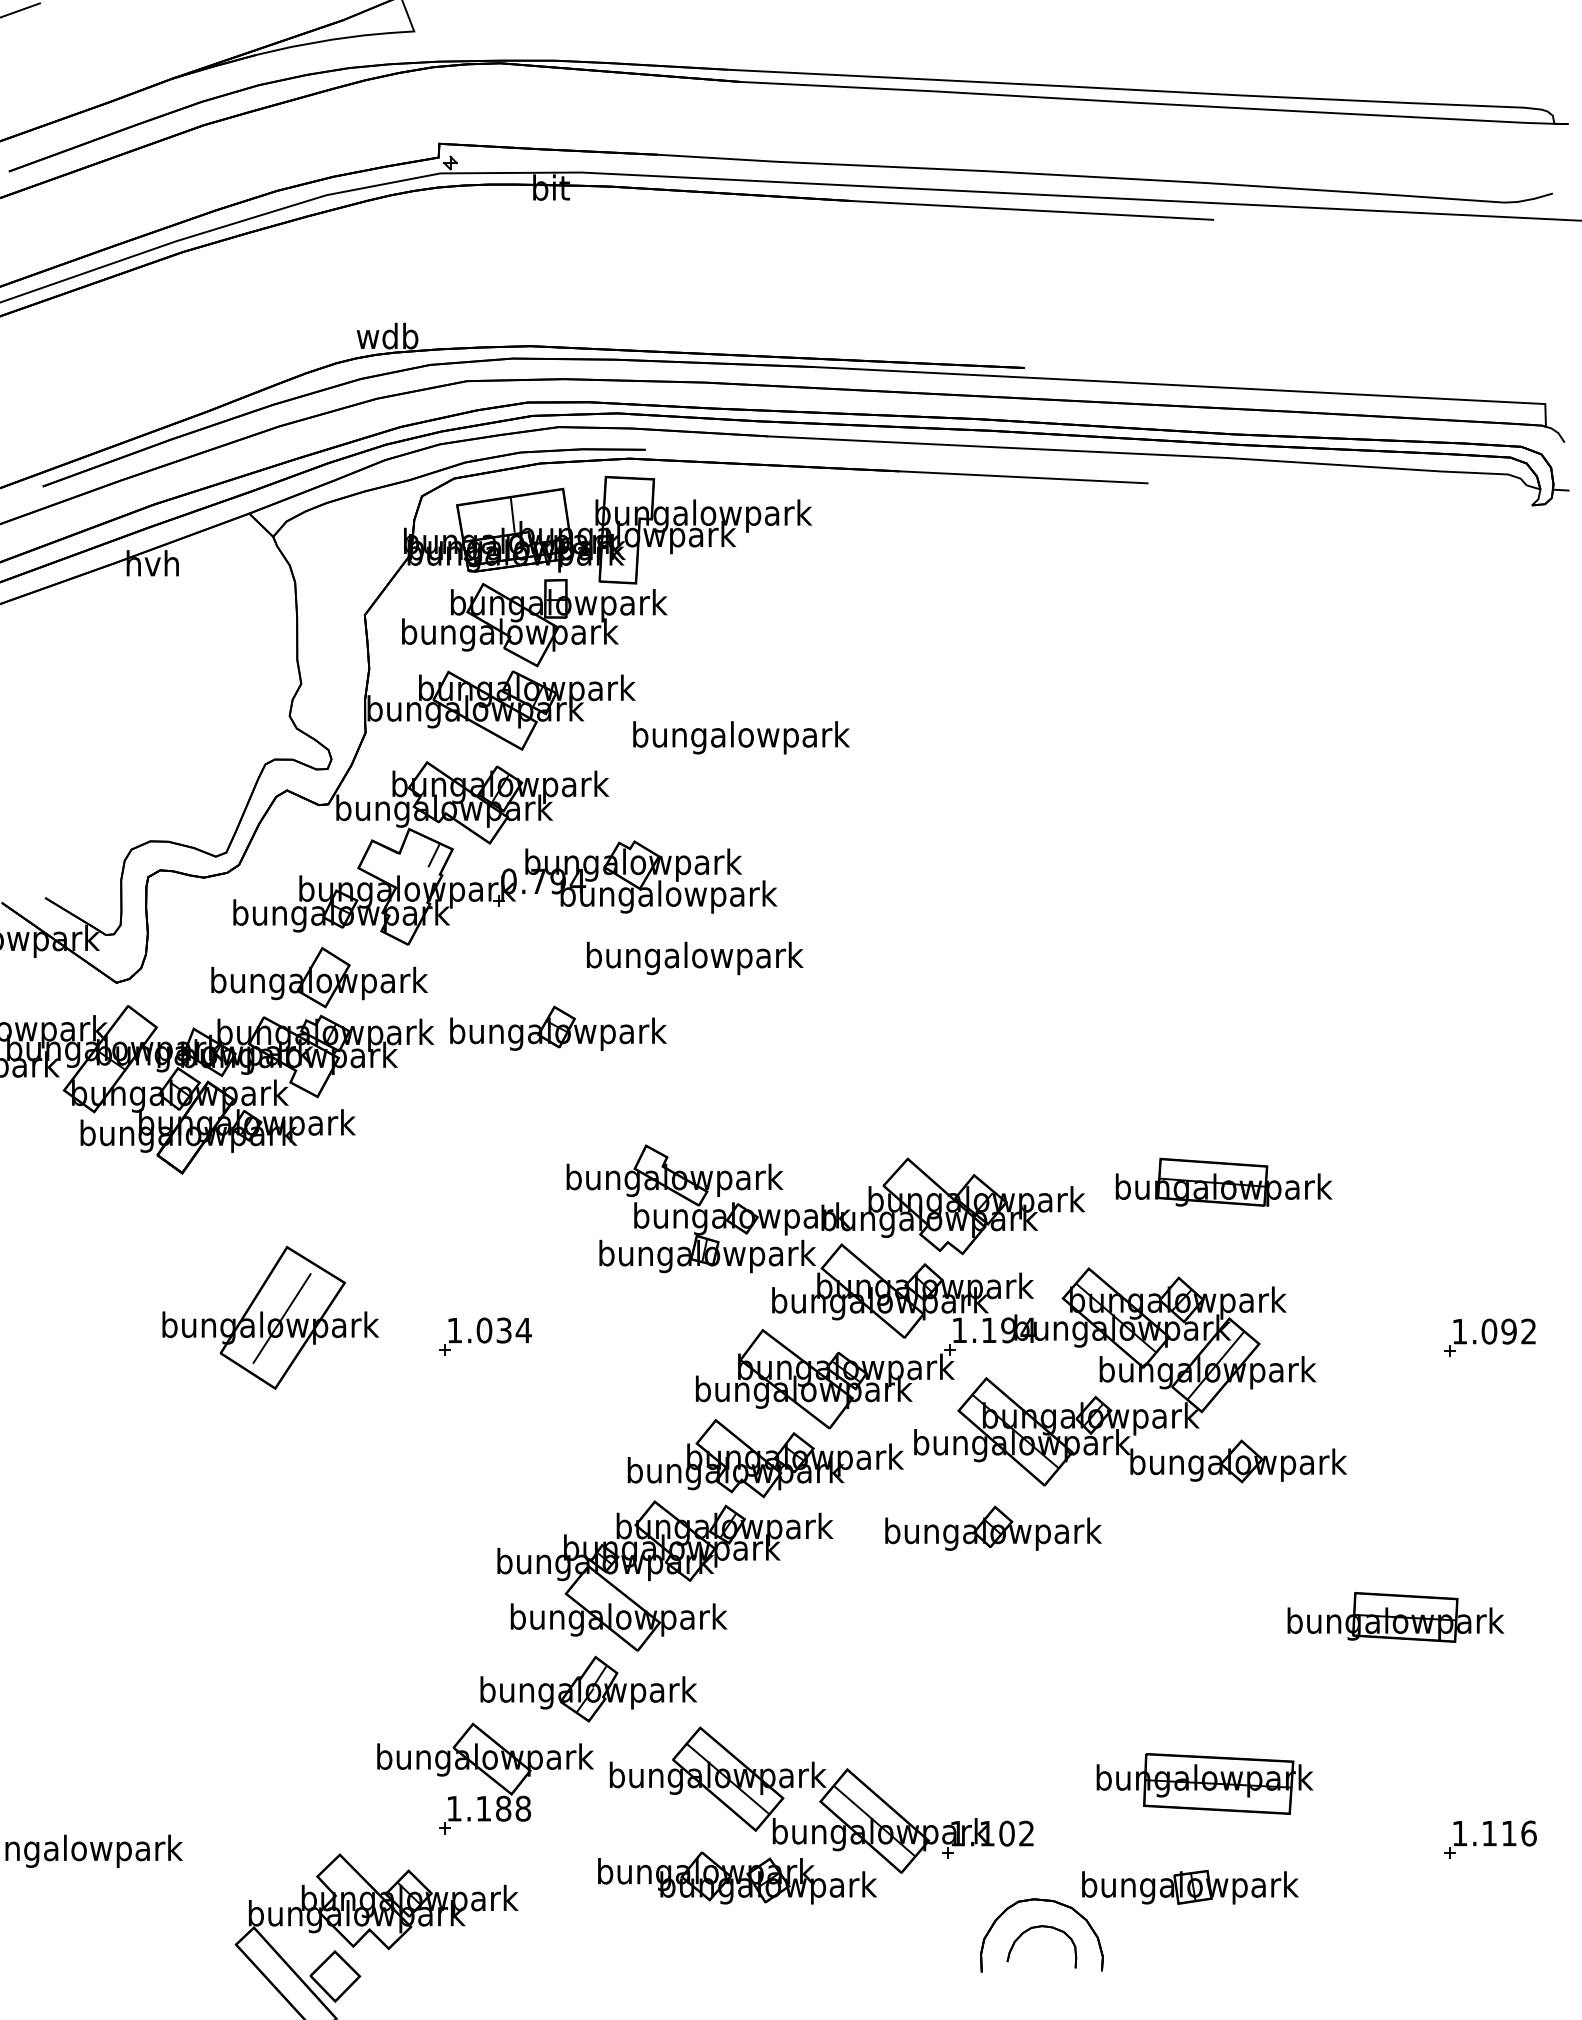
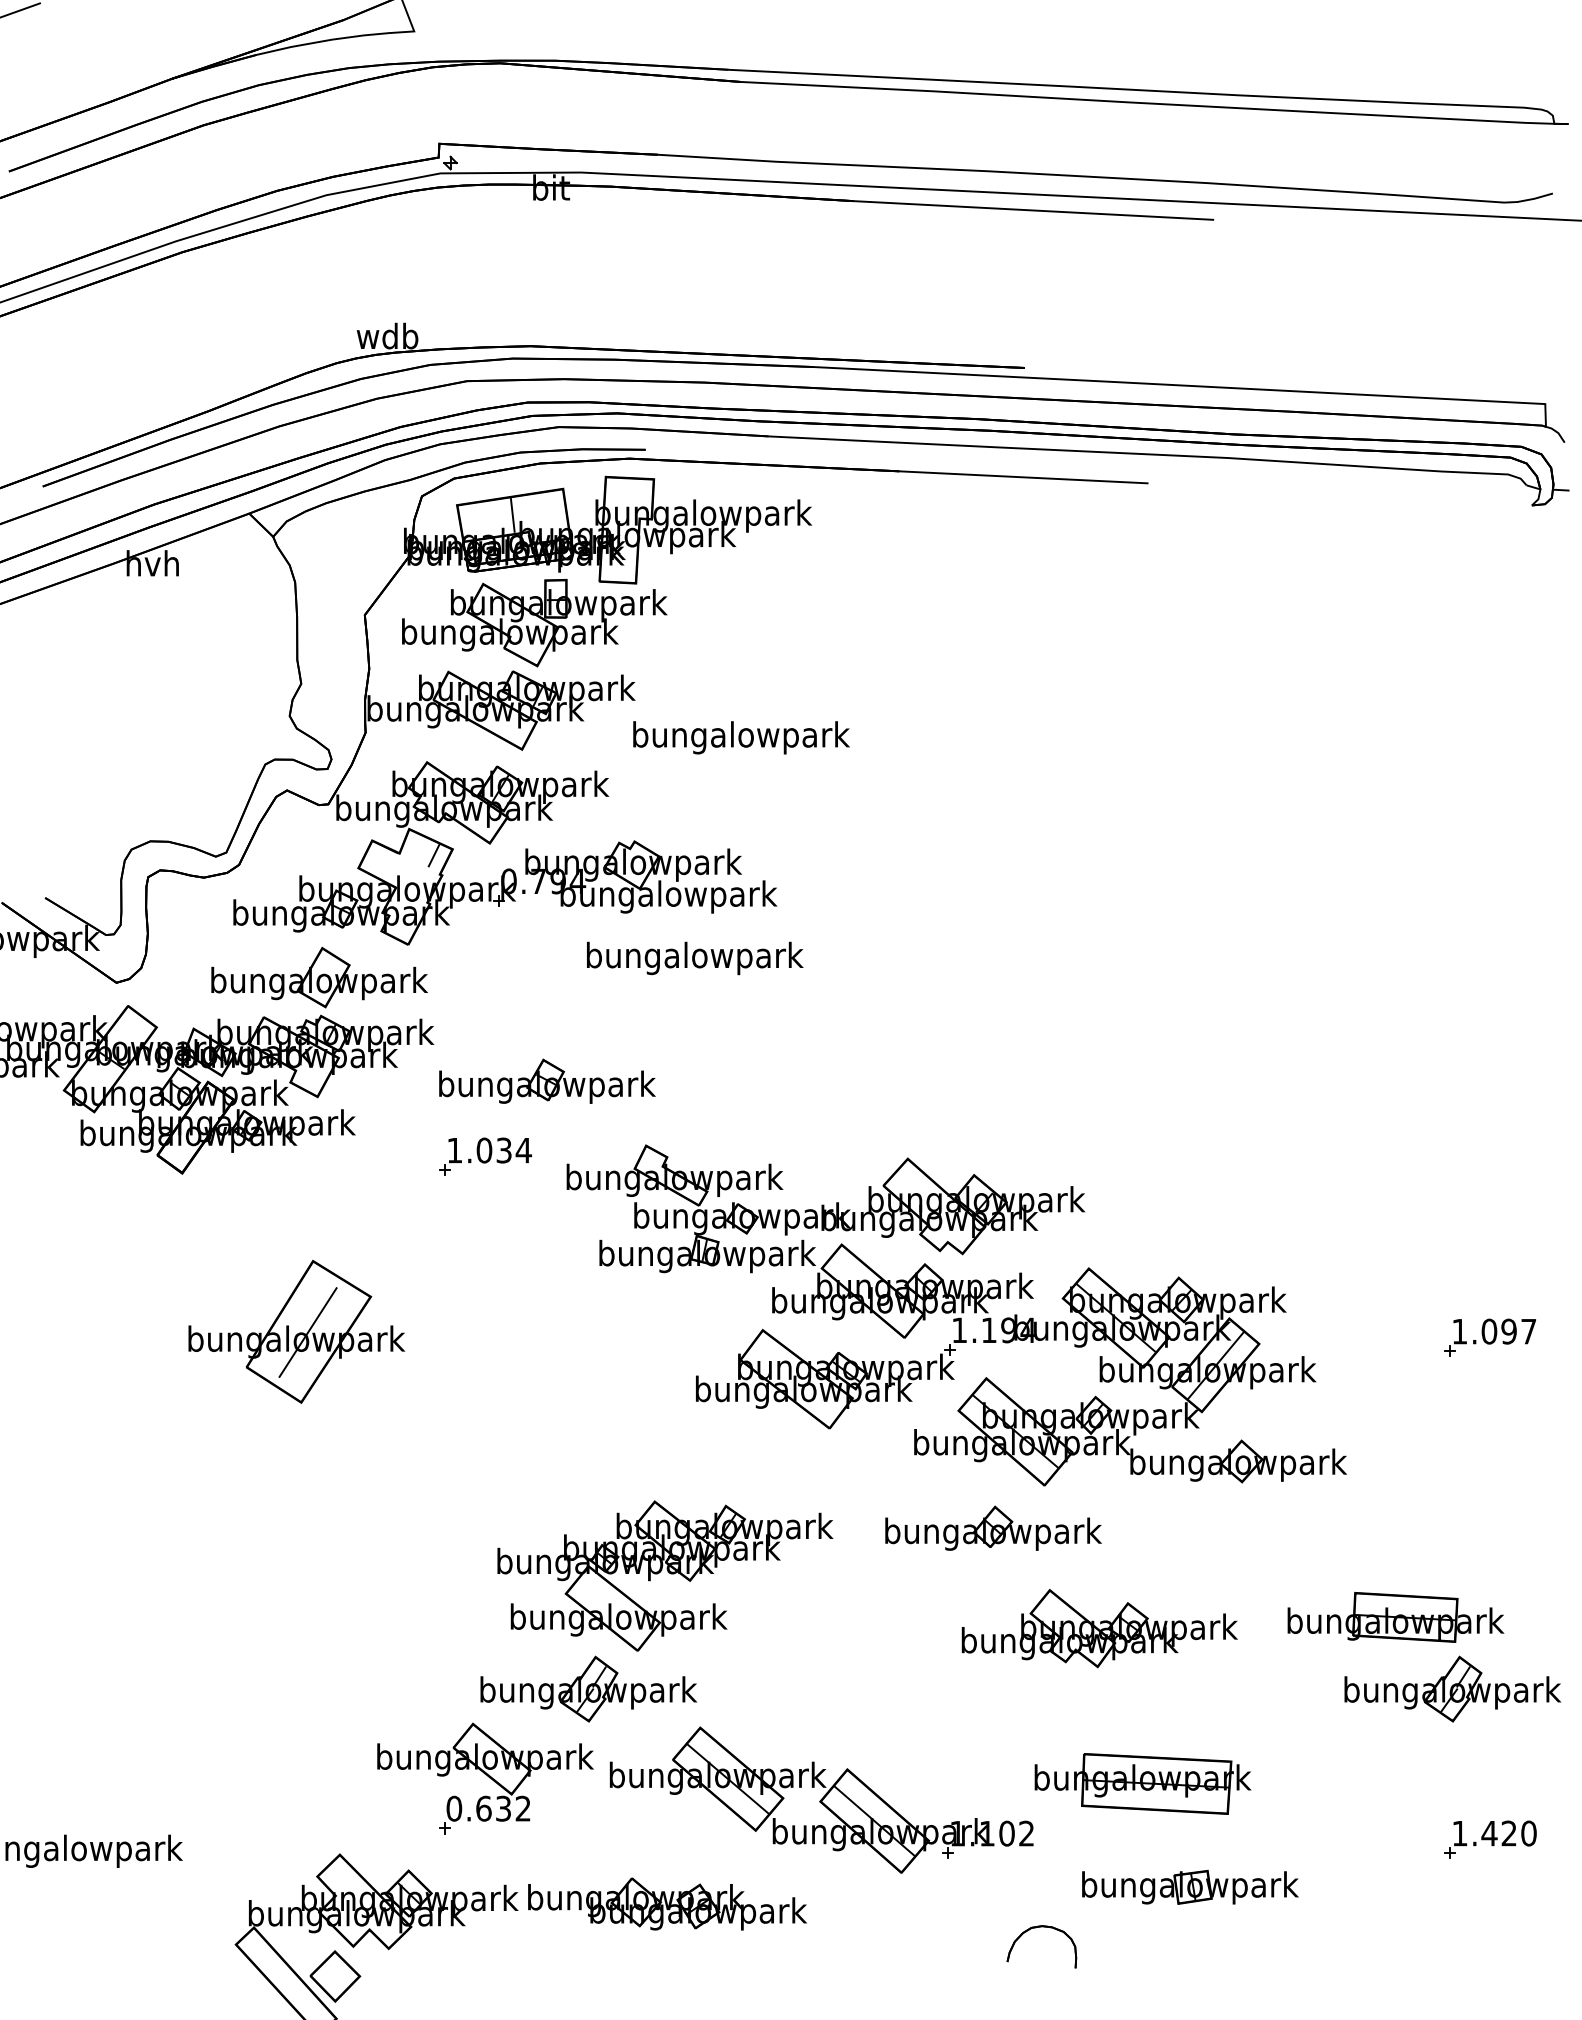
part at (558, 1027) position: (558, 1027) -> (547, 1080)
part at (1223, 1181): present -> none
part at (270, 1317) position: (270, 1317) -> (296, 1331)
text at (1528, 1331): 1.092 -> 1.097
part at (485, 1336) position: (485, 1336) -> (485, 1156)
part at (765, 1458) position: (765, 1458) -> (1099, 1628)
part at (1452, 1688): none -> present
part at (1204, 1783) position: (1204, 1783) -> (1142, 1783)
text at (488, 1808): 1.188 -> 0.632
text at (1508, 1833): 1.116 -> 1.420
part at (737, 1877) position: (737, 1877) -> (667, 1903)
part at (1042, 1901): present -> none
